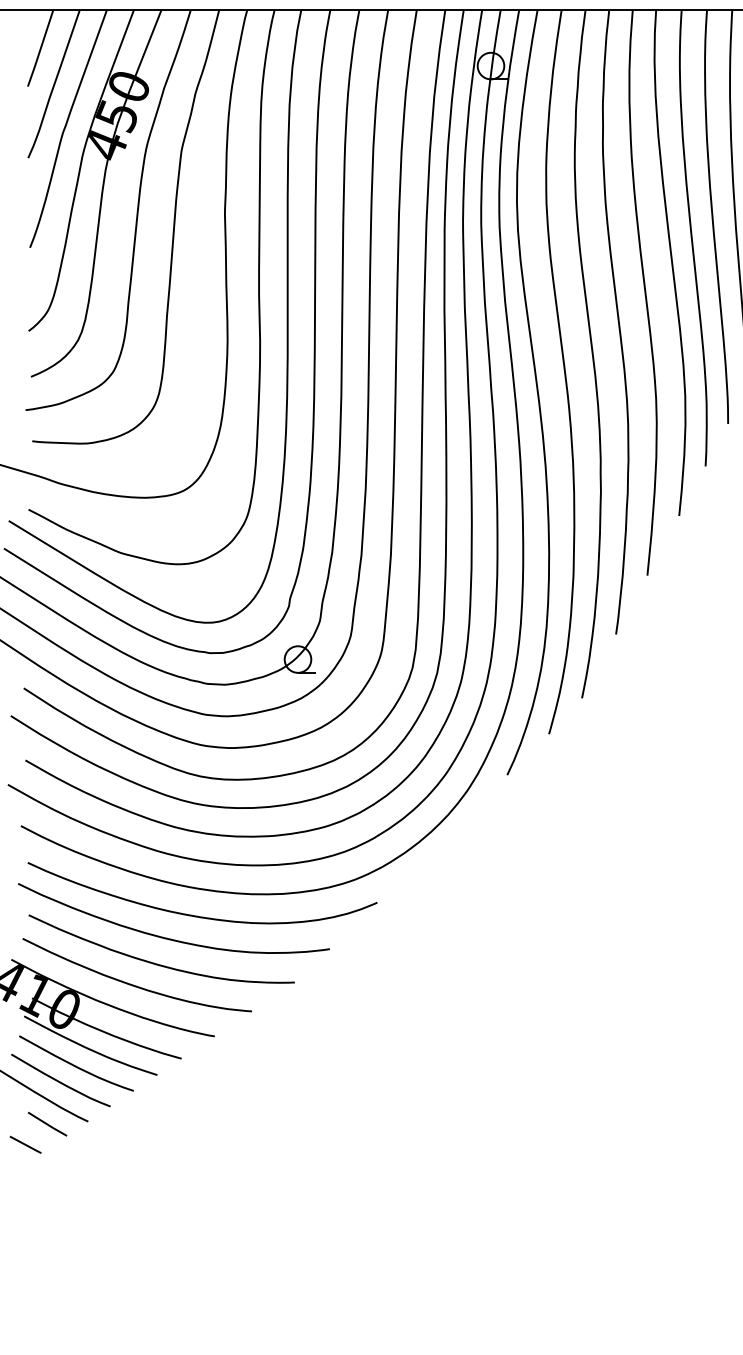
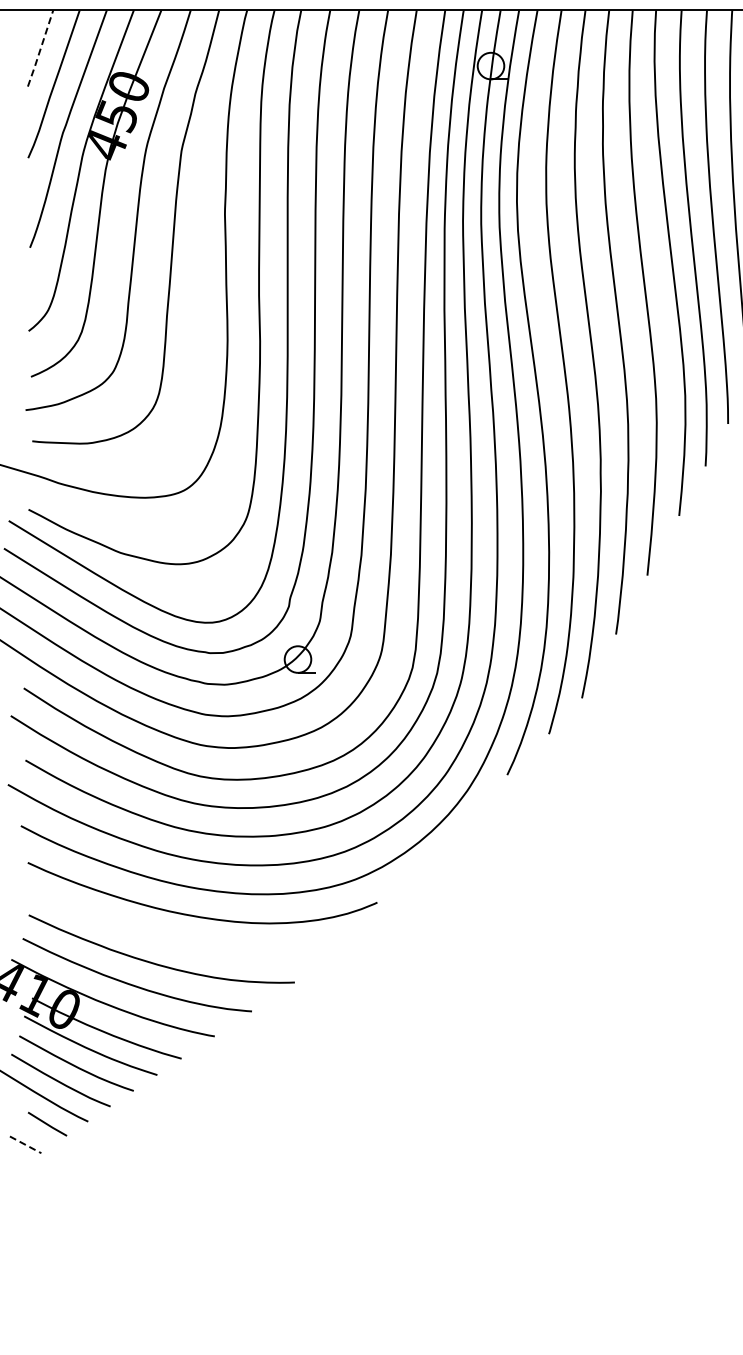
line at (40, 48): solid -> dashed
curve at (167, 937): present -> none
line at (26, 1145): solid -> dashed
